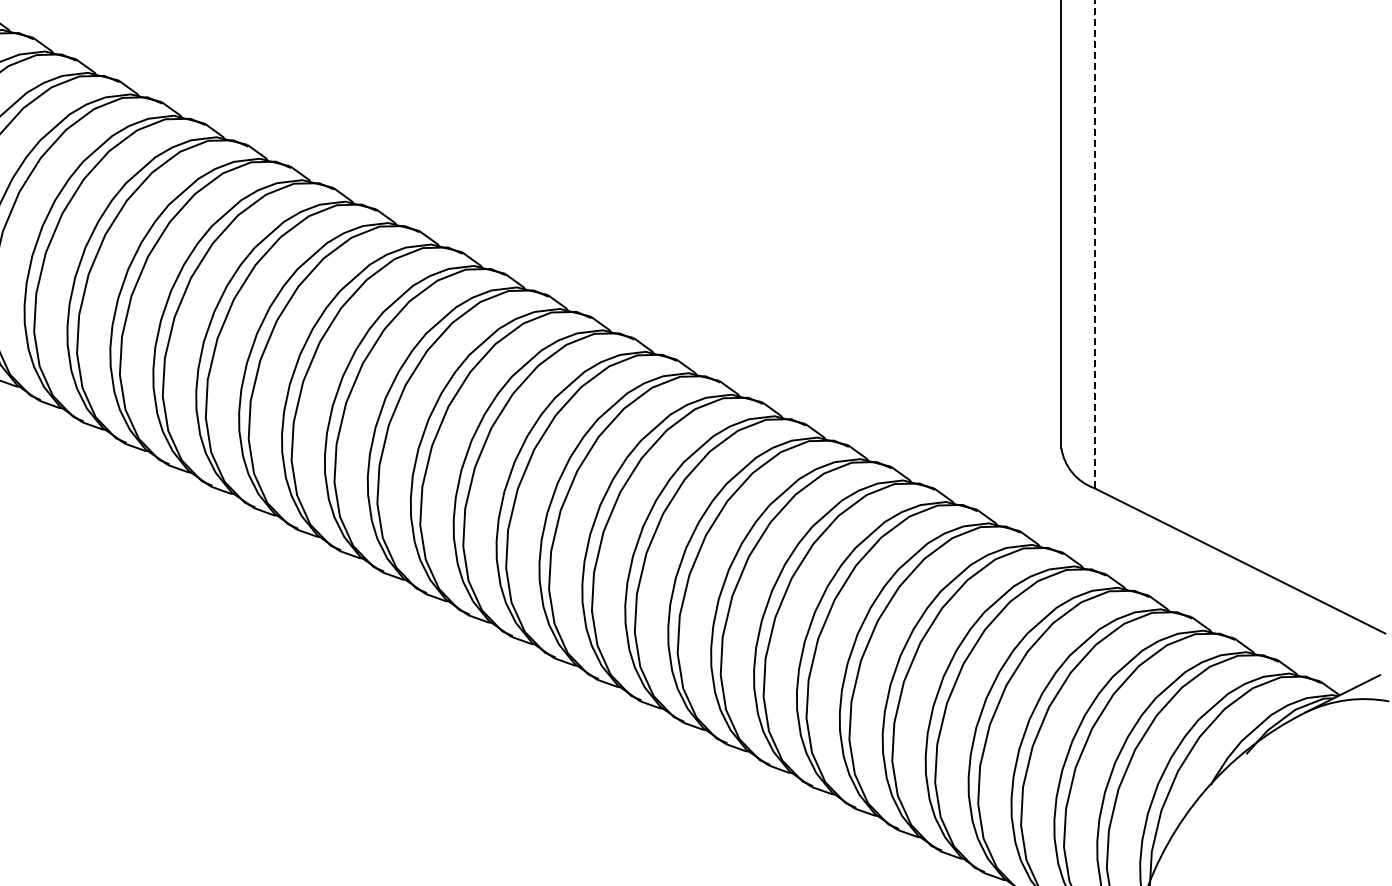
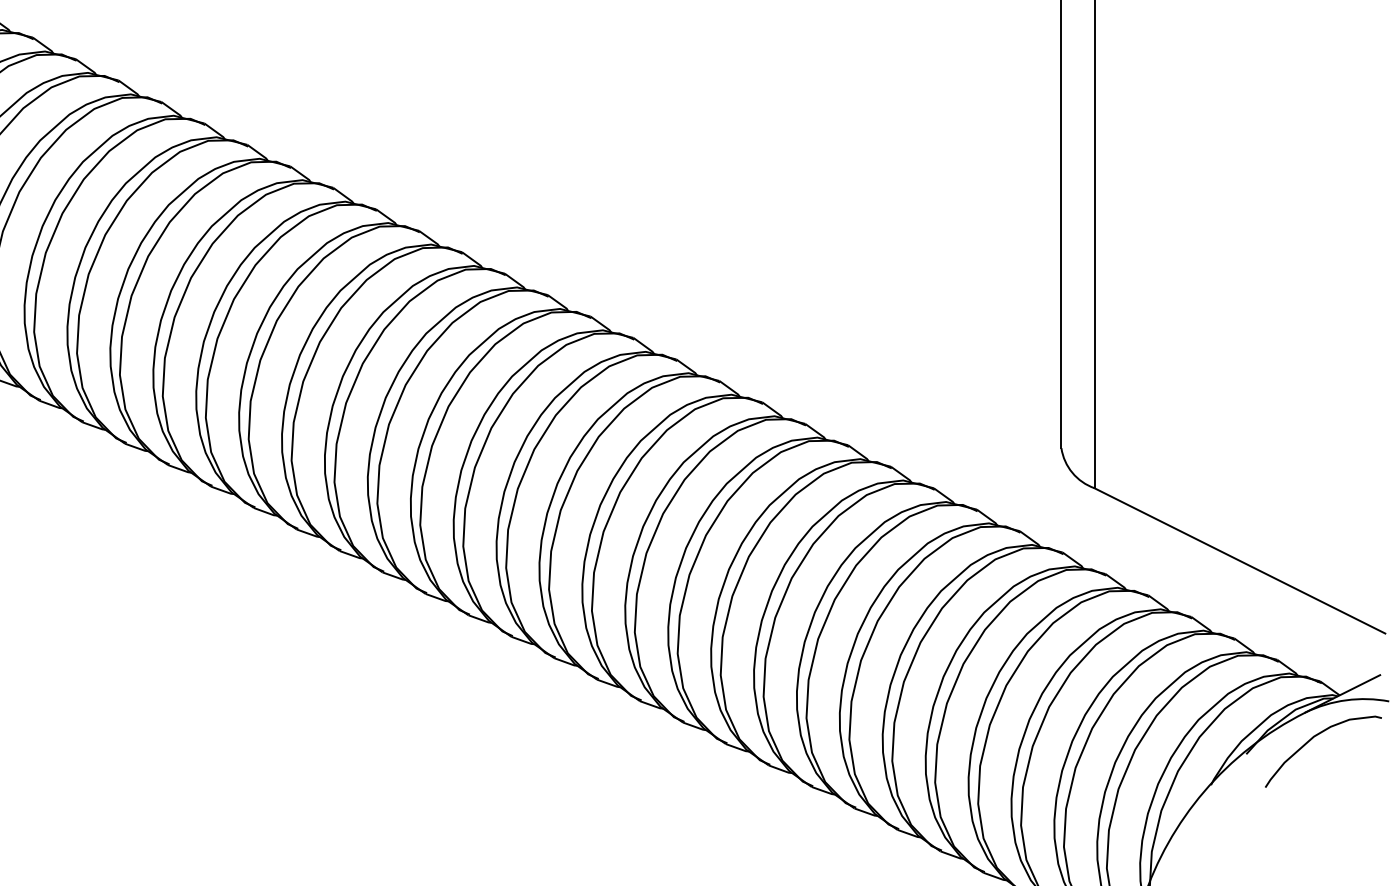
line at (1094, 244): dashed -> solid
curve at (1312, 739): none -> present
